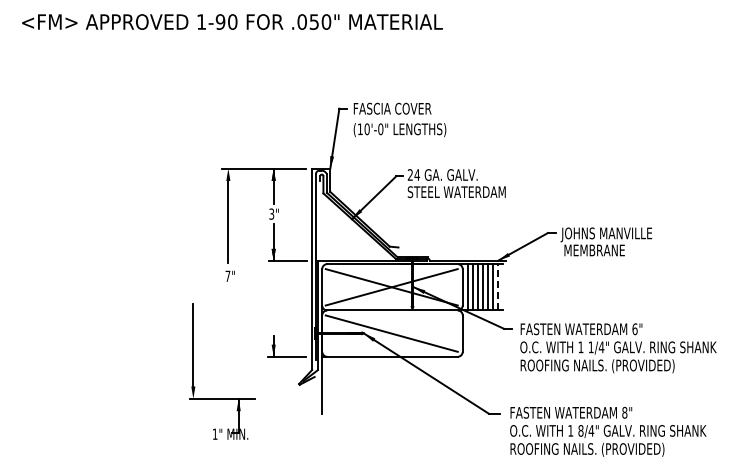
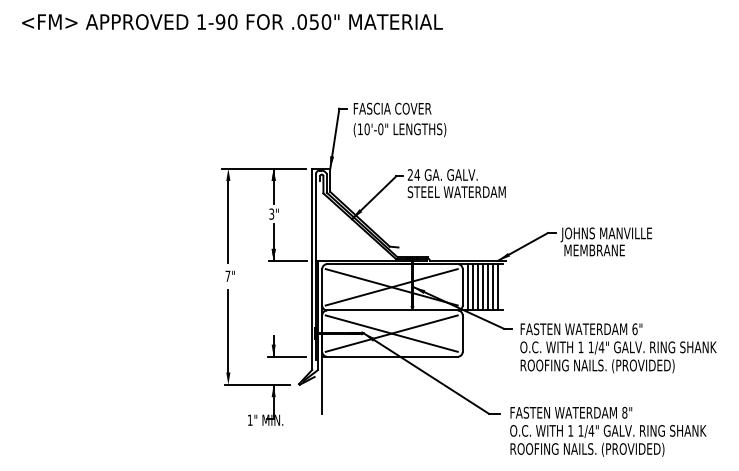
line at (497, 286): dashed -> solid
line at (391, 333): none -> present
part at (222, 398) position: (222, 398) -> (257, 384)
text at (580, 430): 8/4" -> 1/4"
